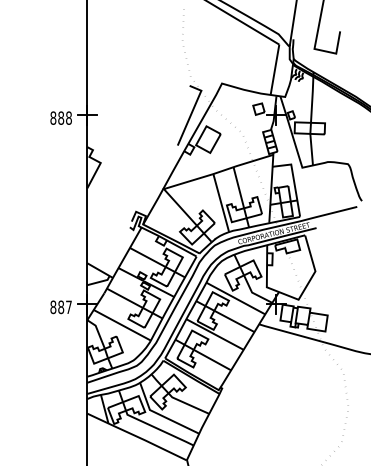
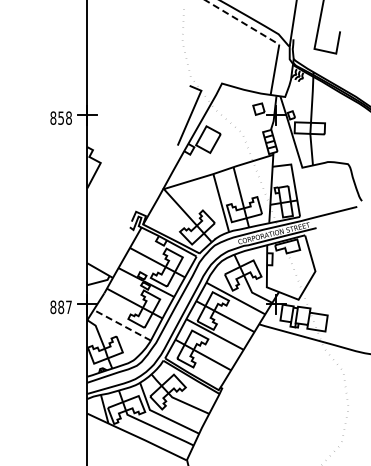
line at (242, 22): solid -> dashed
text at (61, 117): 888 -> 858
line at (121, 325): solid -> dashed
